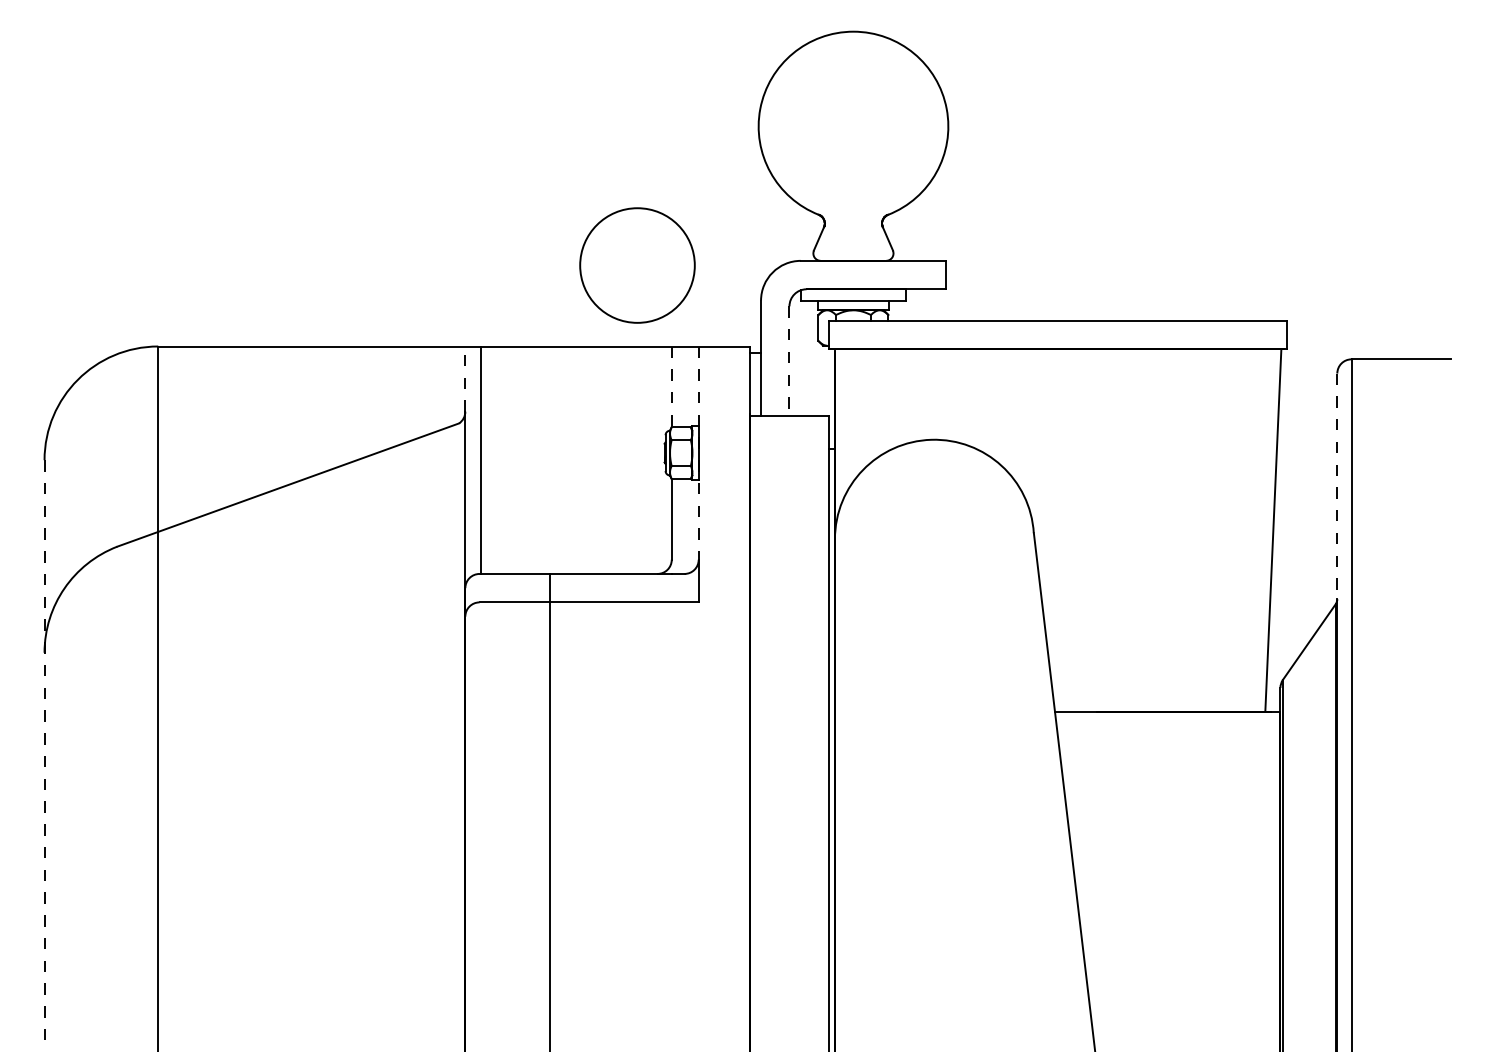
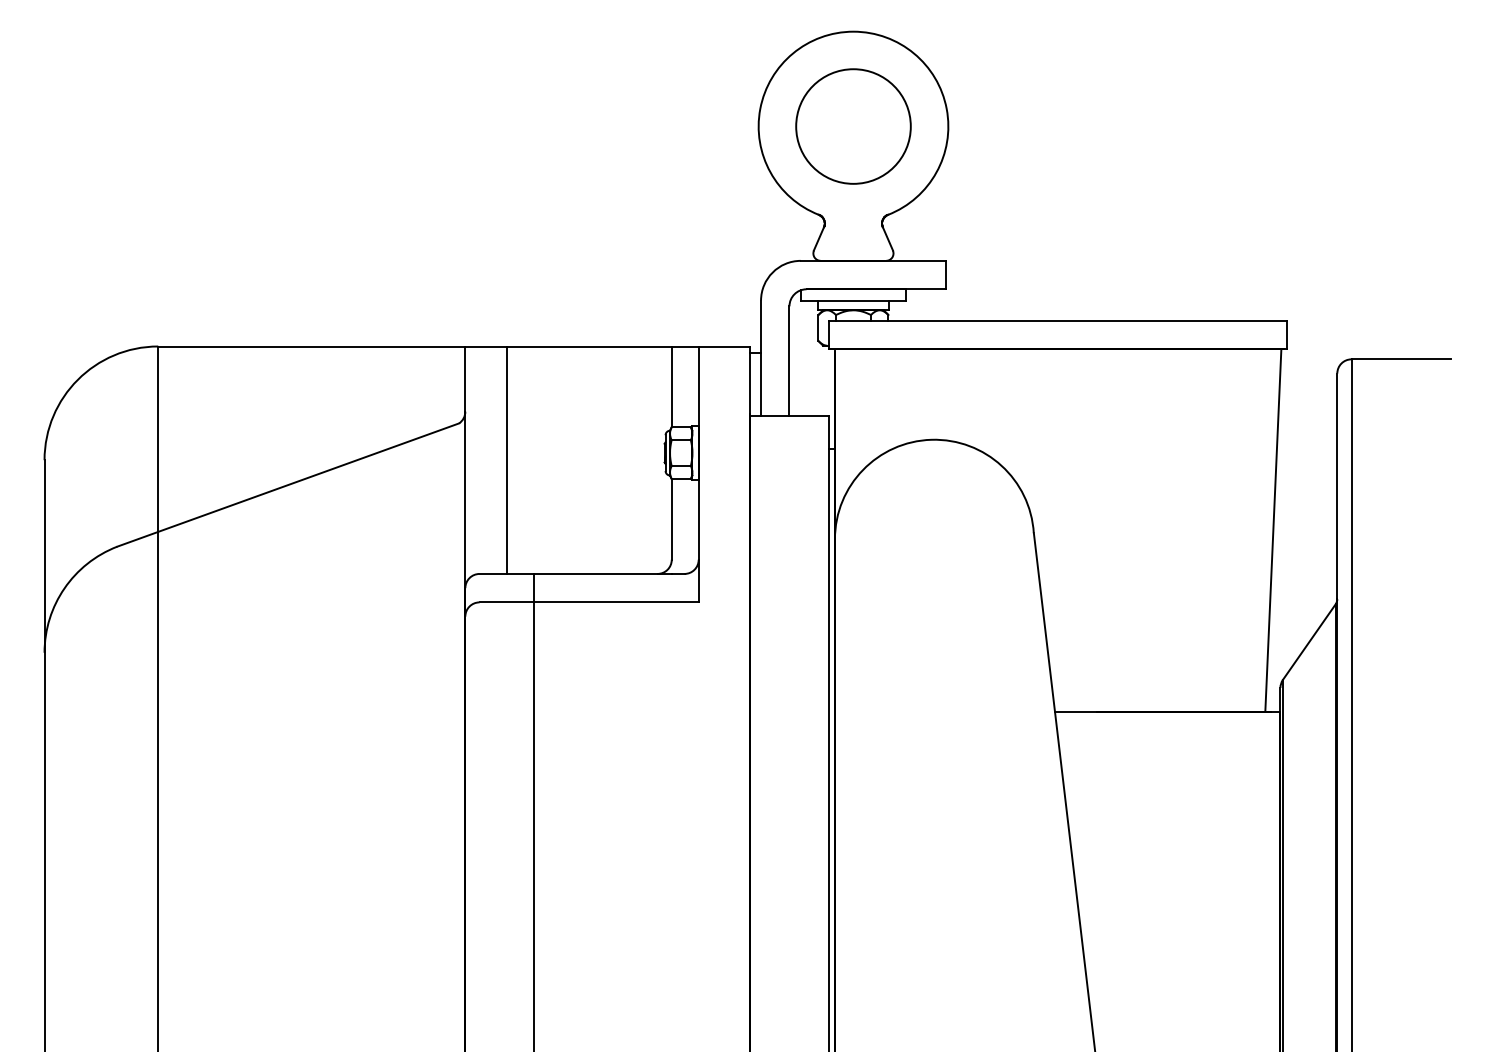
circle at (637, 265) position: (637, 265) -> (853, 126)
line at (789, 361): dashed -> solid
line at (465, 379): dashed -> solid
line at (671, 387): dashed -> solid
line at (698, 453): dashed -> solid
line at (481, 459) position: (481, 459) -> (507, 459)
line at (1337, 486): dashed -> solid
line at (44, 756): dashed -> solid
line at (550, 810) position: (550, 810) -> (534, 810)
